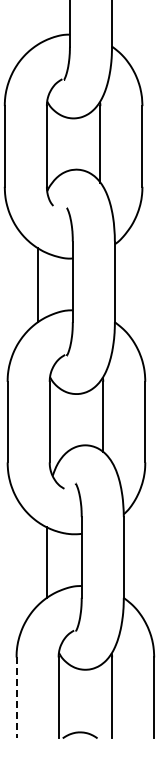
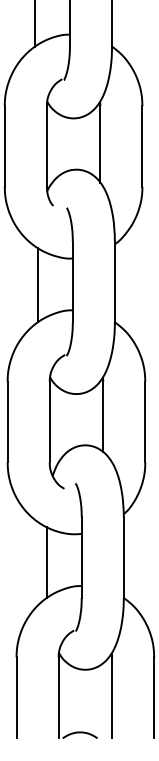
line at (35, 24): none -> present
line at (16, 698): dashed -> solid
